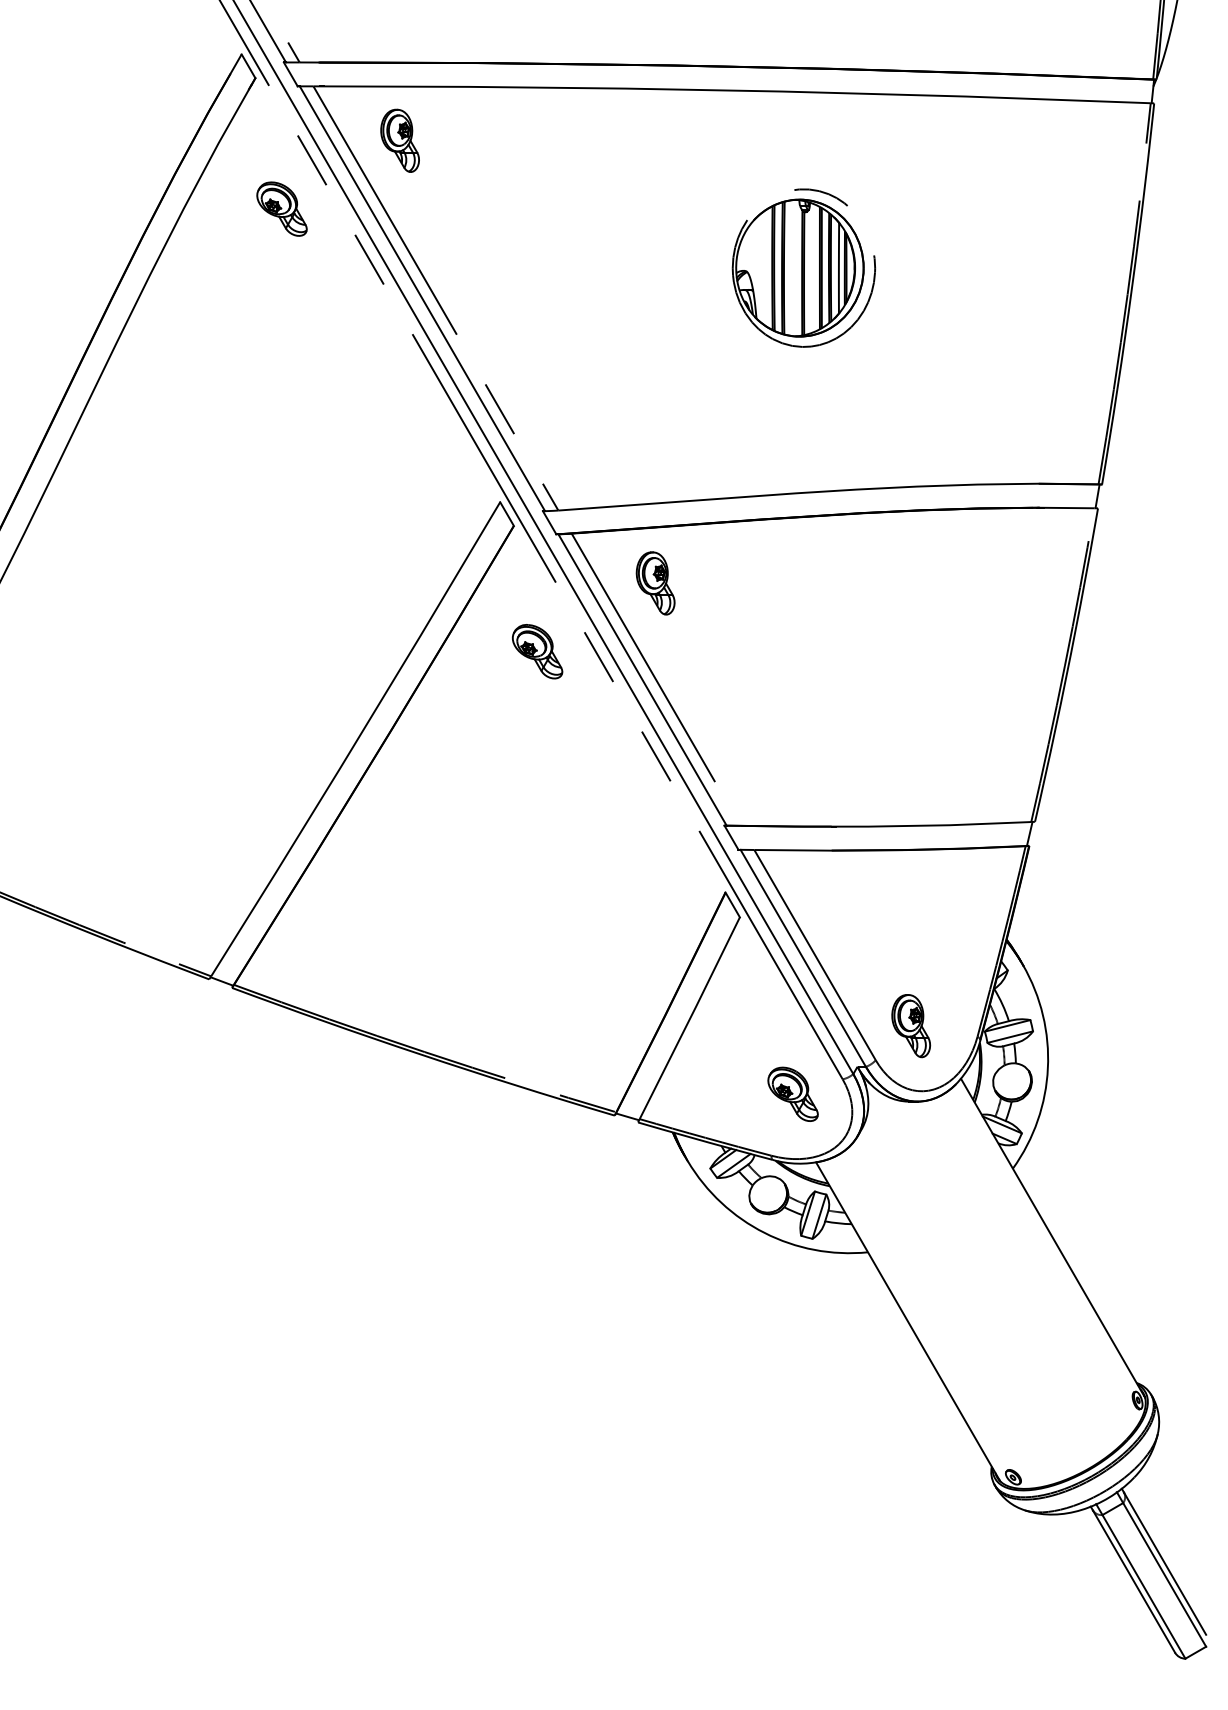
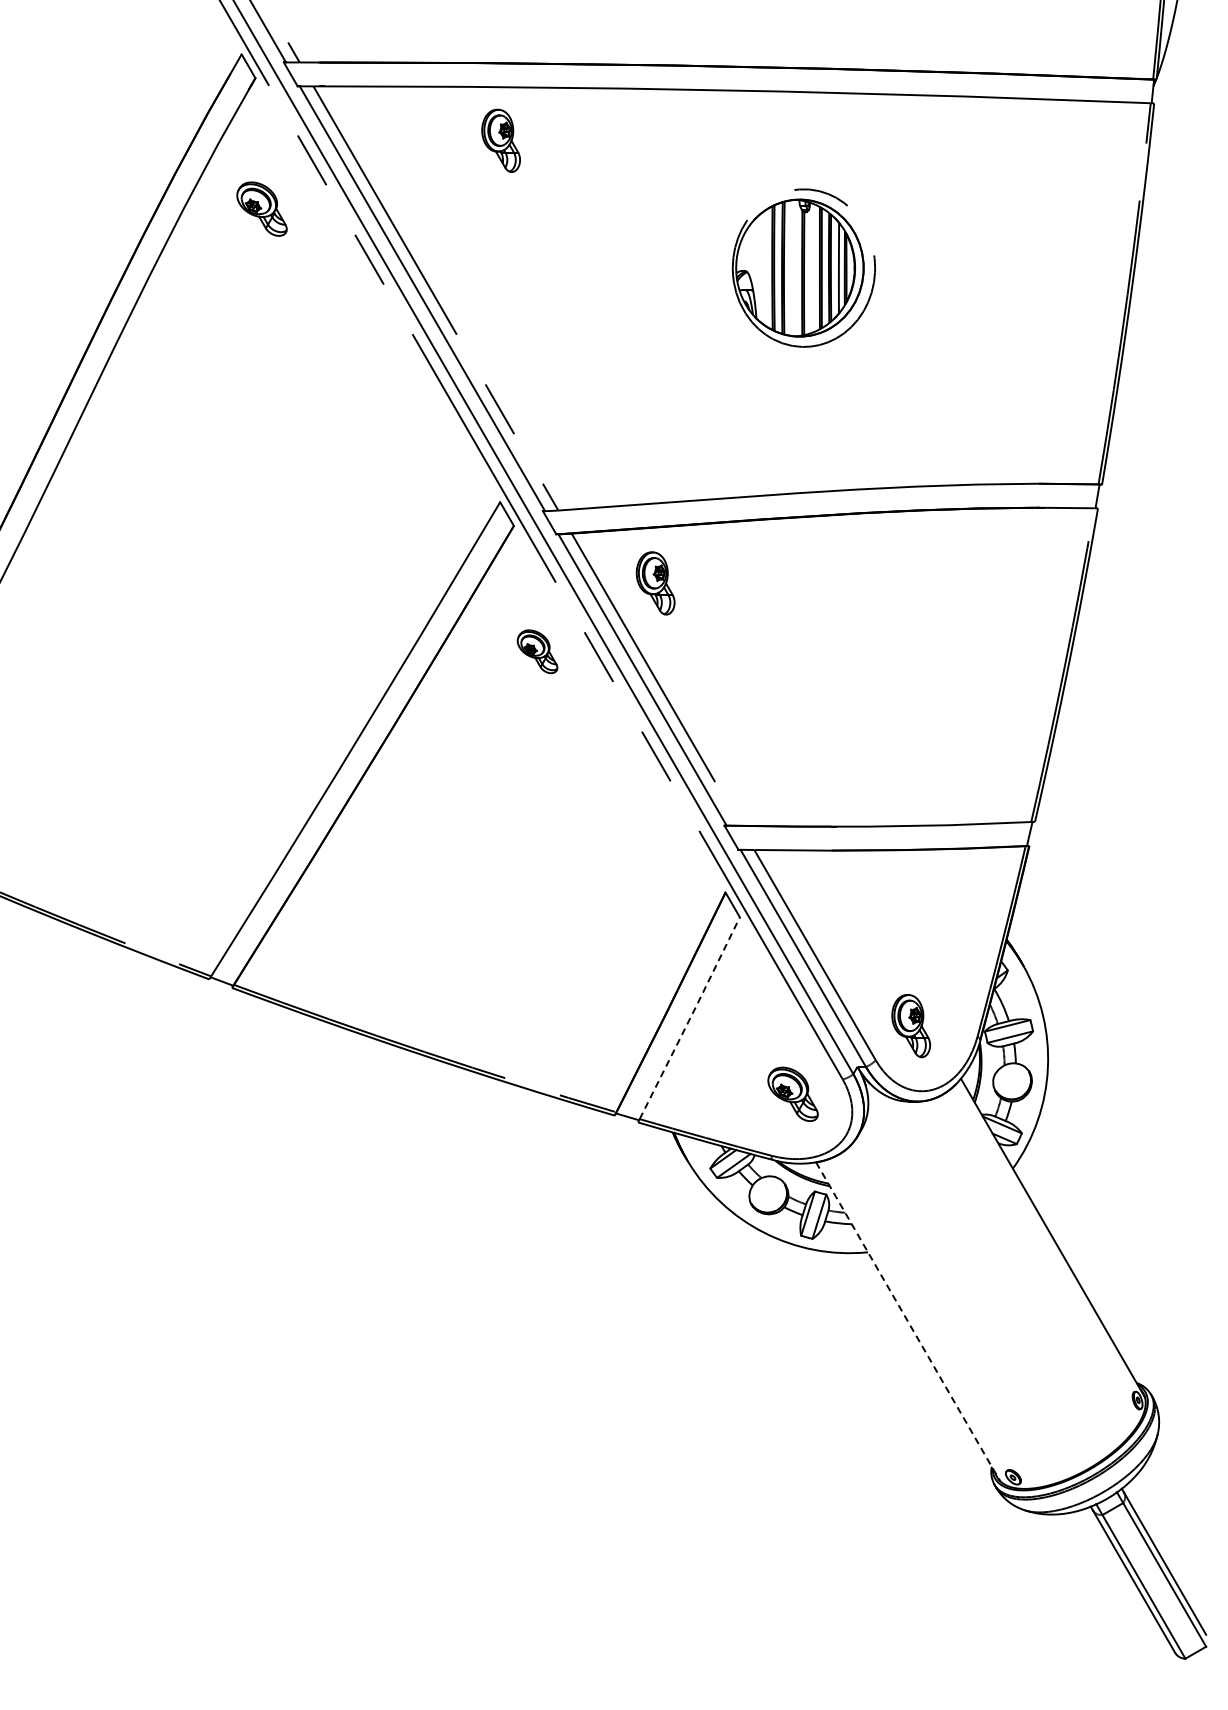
part at (399, 140) position: (399, 140) -> (500, 140)
part at (281, 208) position: (281, 208) -> (261, 208)
part at (537, 651) size: 53x56 px -> 43x46 px
line at (690, 1017): solid -> dashed
line at (908, 1322): solid -> dashed
